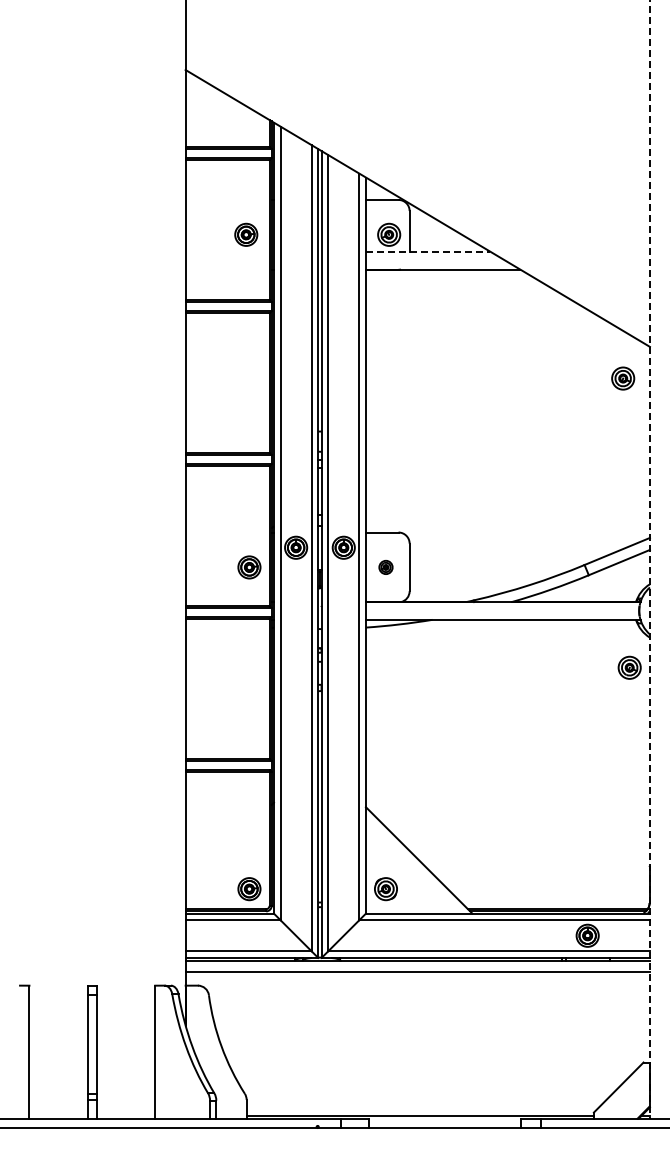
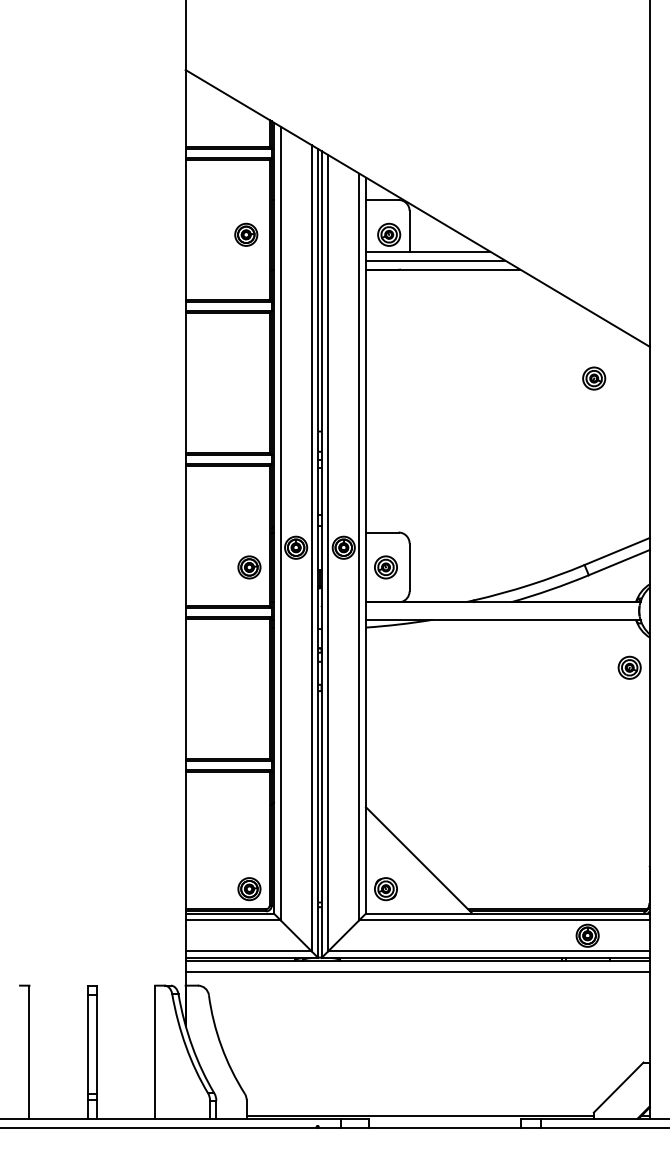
line at (428, 251): dashed -> solid
line at (435, 260): none -> present
part at (623, 378) position: (623, 378) -> (594, 378)
line at (649, 559): dashed -> solid
part at (385, 567) size: 16x15 px -> 24x25 px
